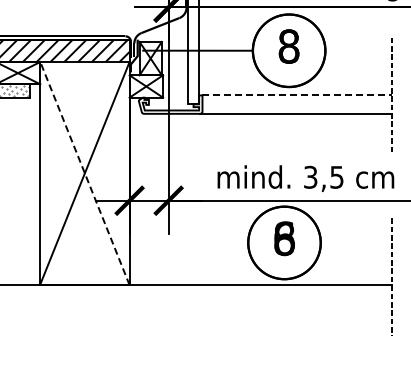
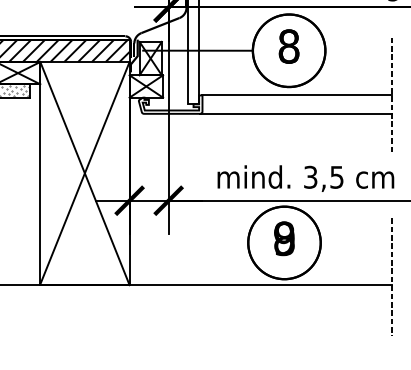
line at (297, 95): dashed -> solid
line at (84, 173): dashed -> solid
text at (284, 238): 6 -> 9
